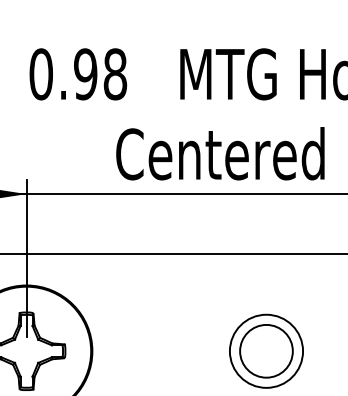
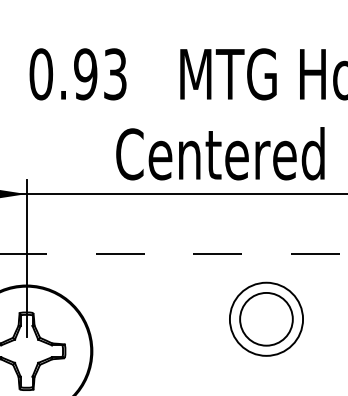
text at (115, 74): 0.98 -> 0.93
line at (174, 253): solid -> dashed
part at (266, 350) position: (266, 350) -> (266, 318)
